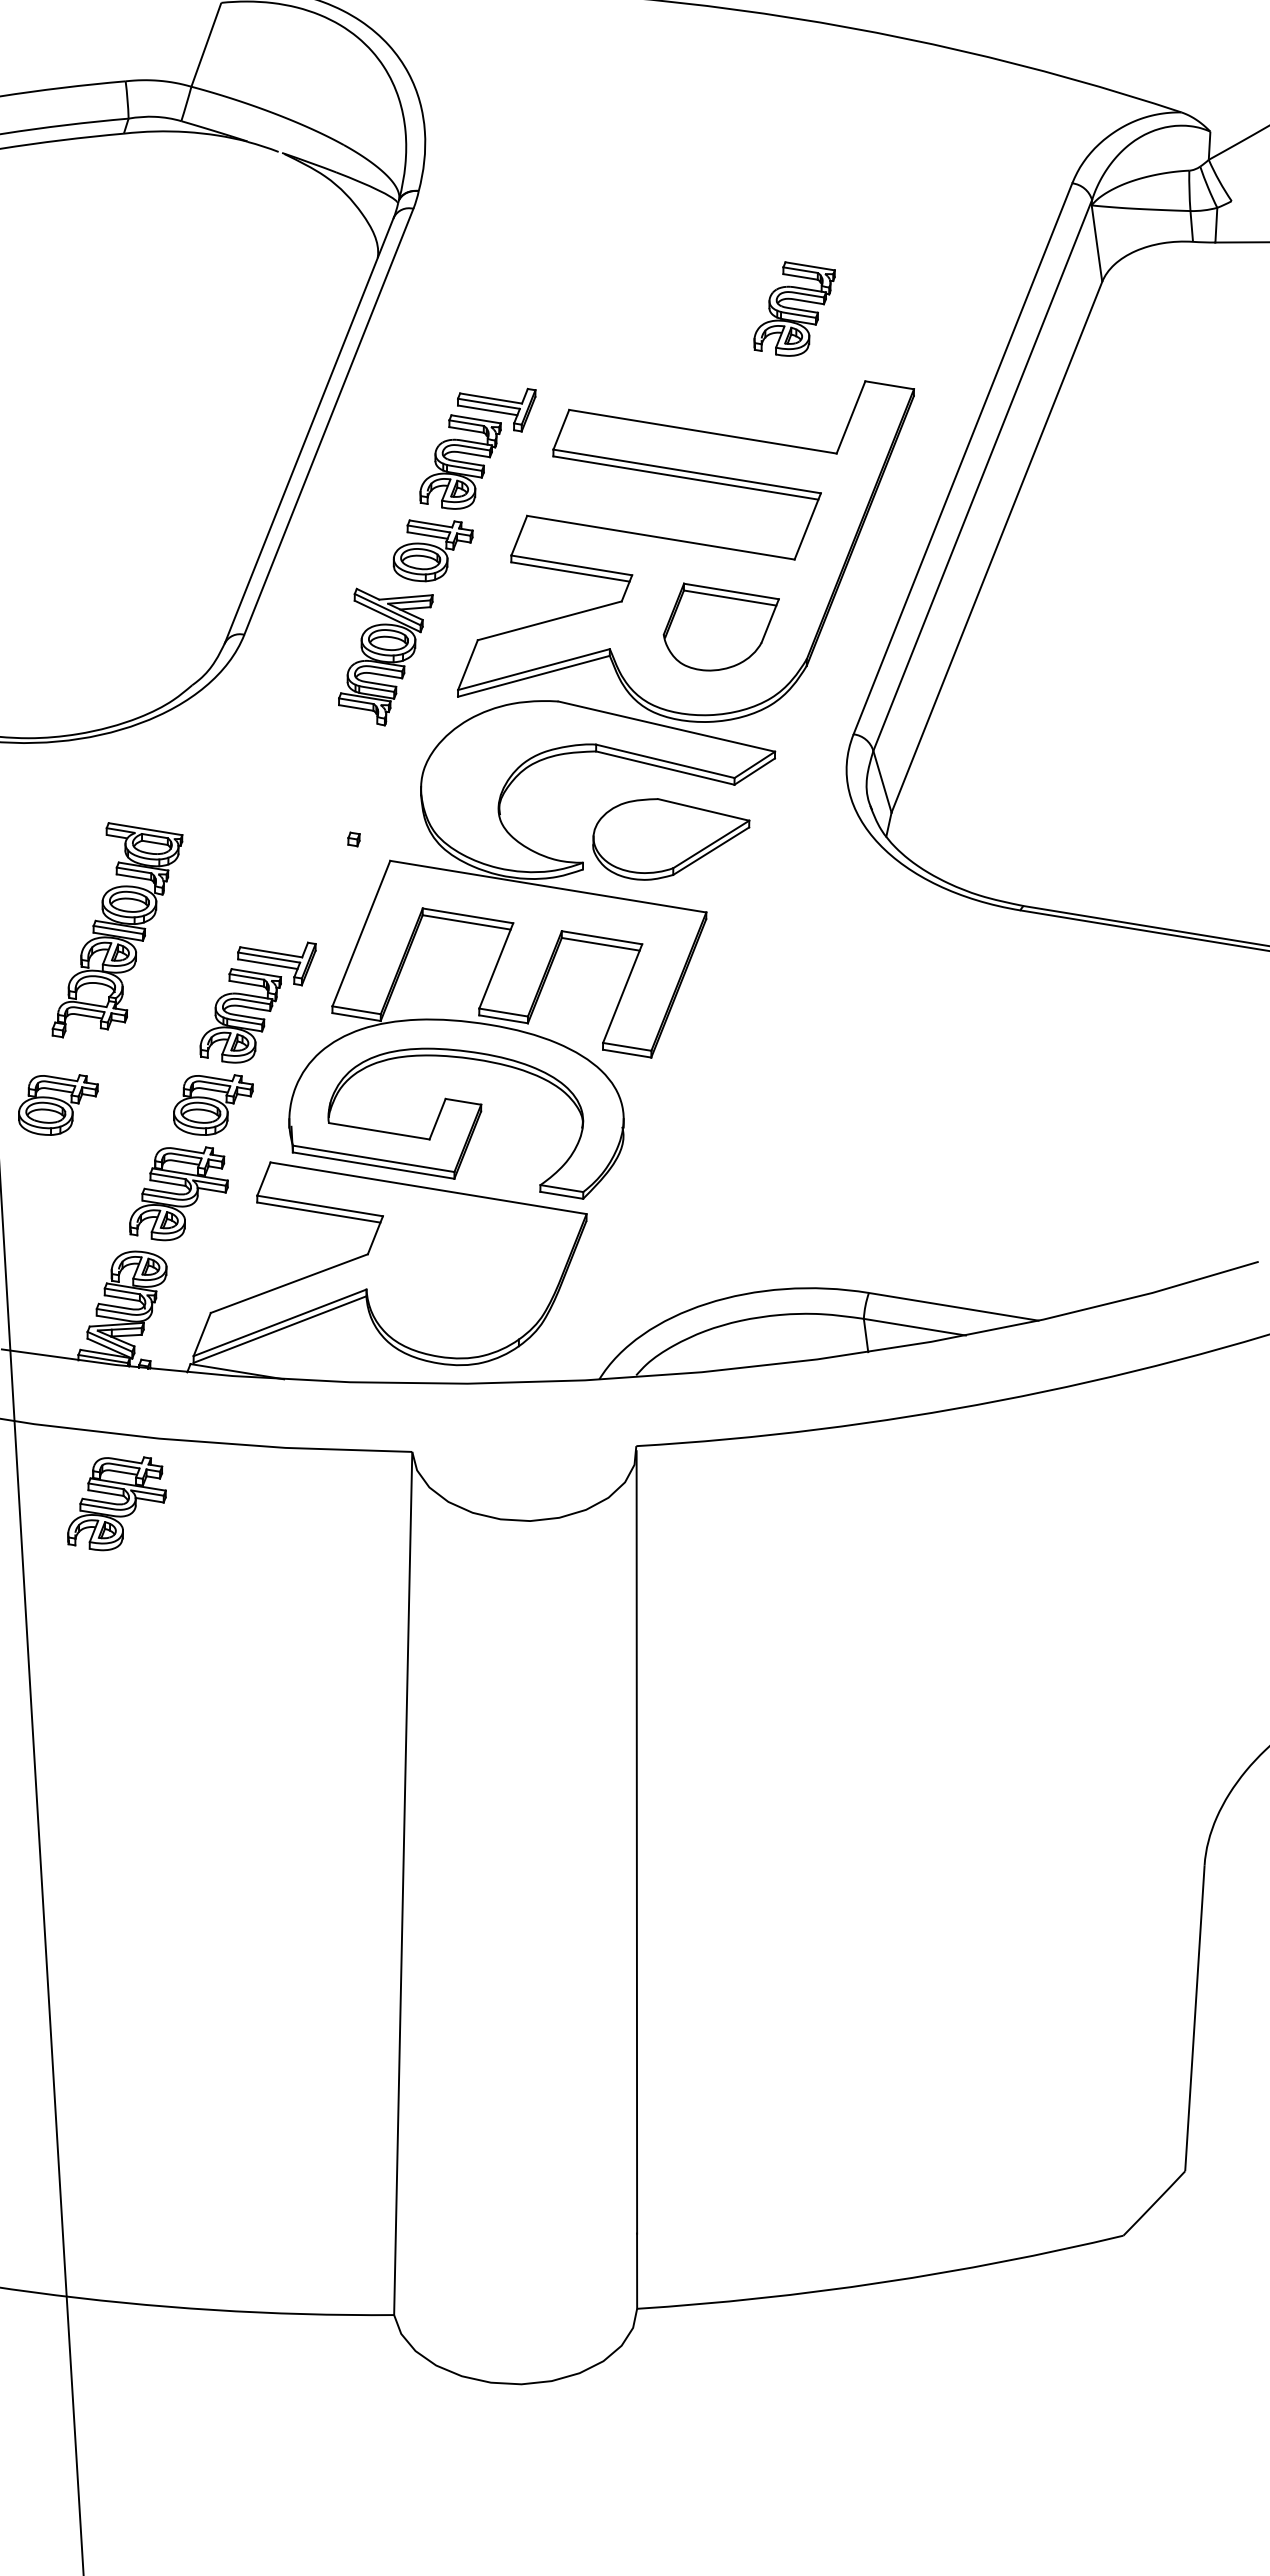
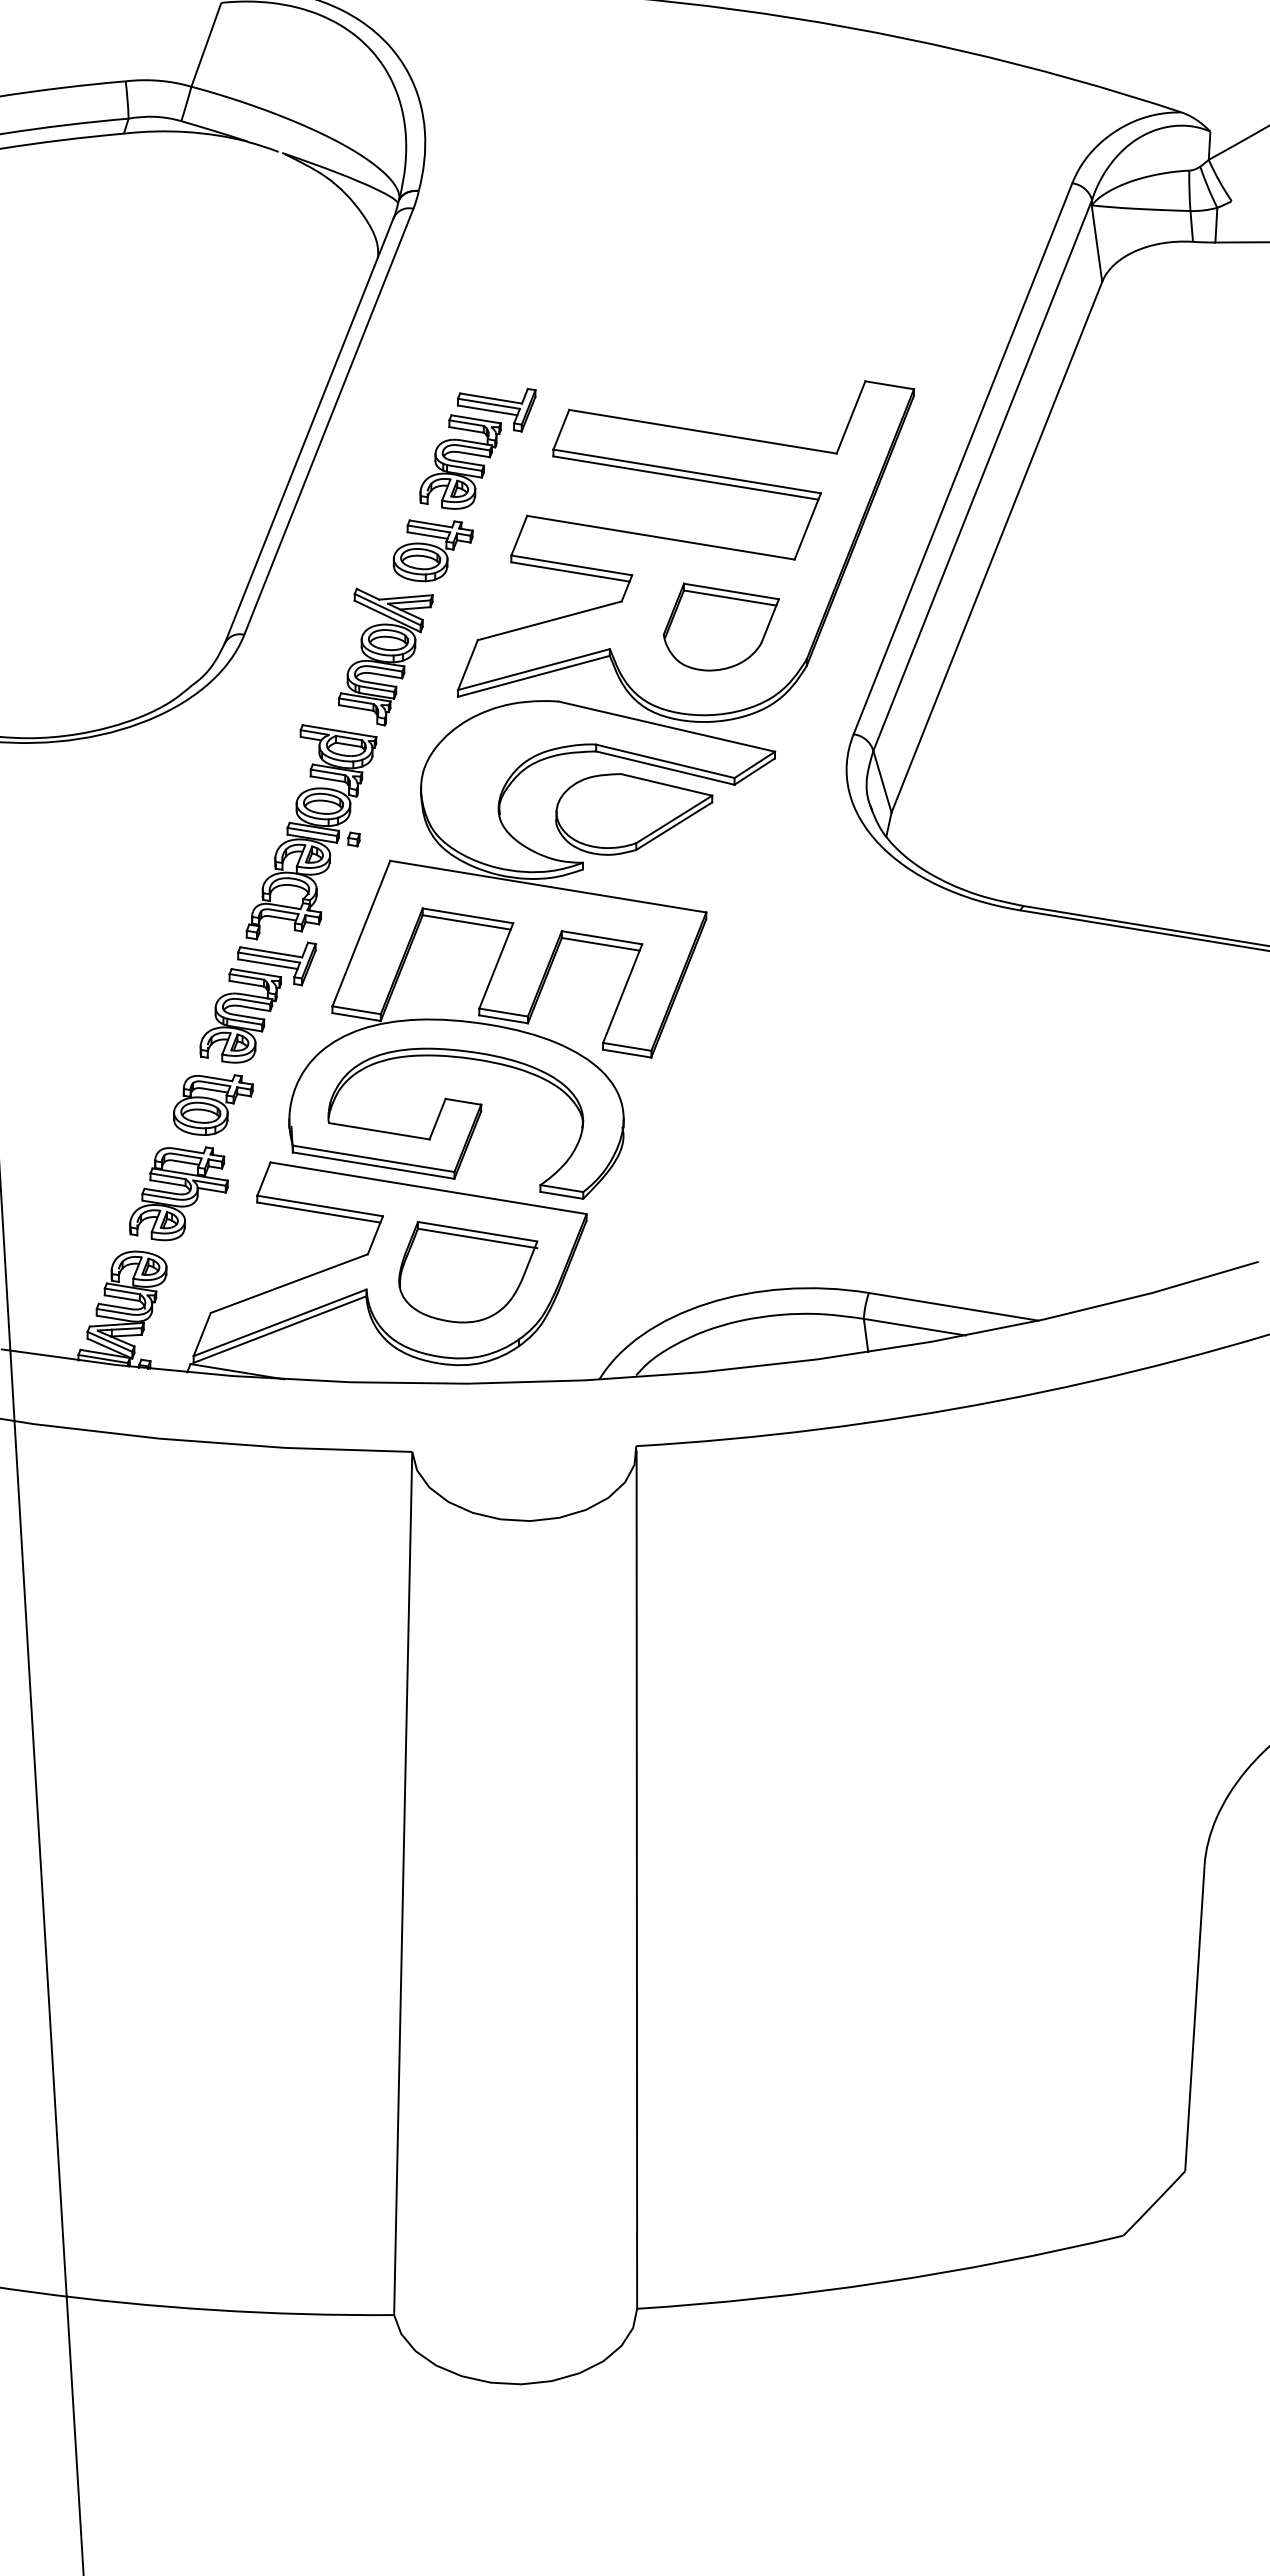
part at (794, 308): present -> none
part at (671, 839) position: (671, 839) -> (634, 814)
part at (117, 930) position: (117, 930) -> (311, 832)
part at (58, 1104): present -> none
part at (468, 1272): none -> present
part at (116, 1503): present -> none
